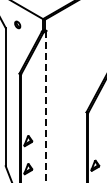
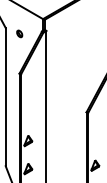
part at (17, 24) position: (17, 24) -> (19, 33)
line at (46, 106): dashed -> solid
